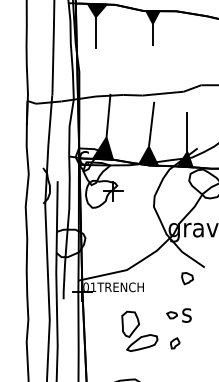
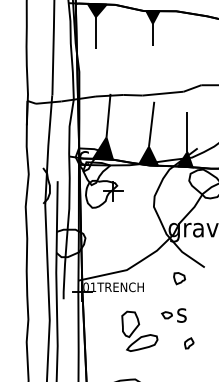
part at (187, 278) position: (187, 278) -> (179, 278)
part at (178, 315) position: (178, 315) -> (173, 315)
part at (175, 343) position: (175, 343) -> (189, 343)
